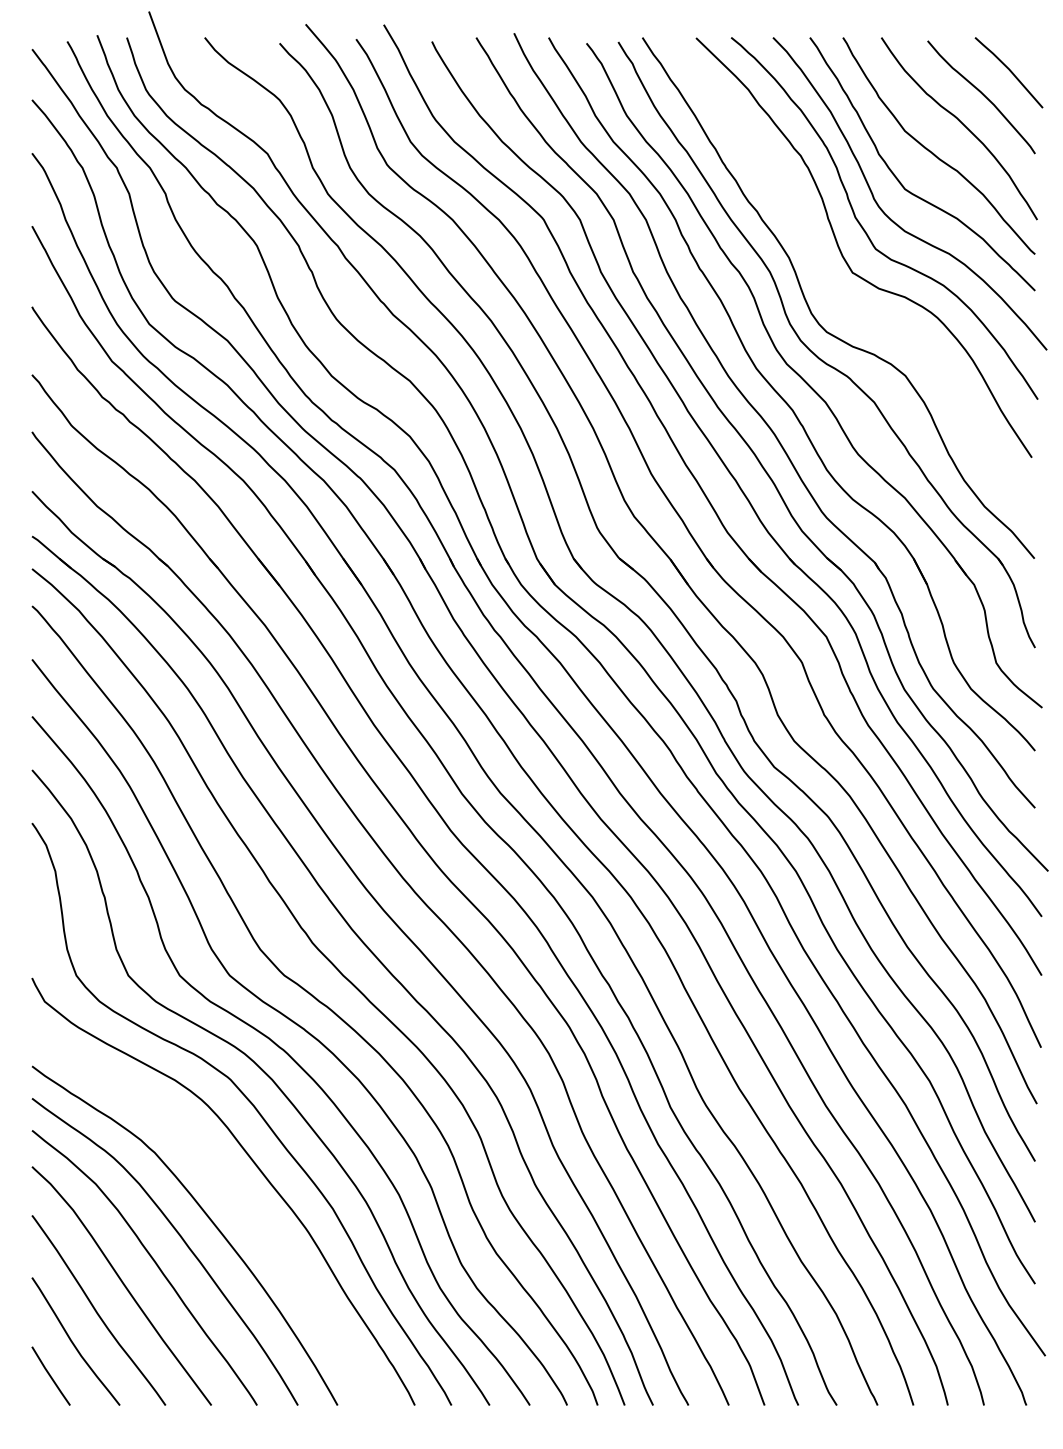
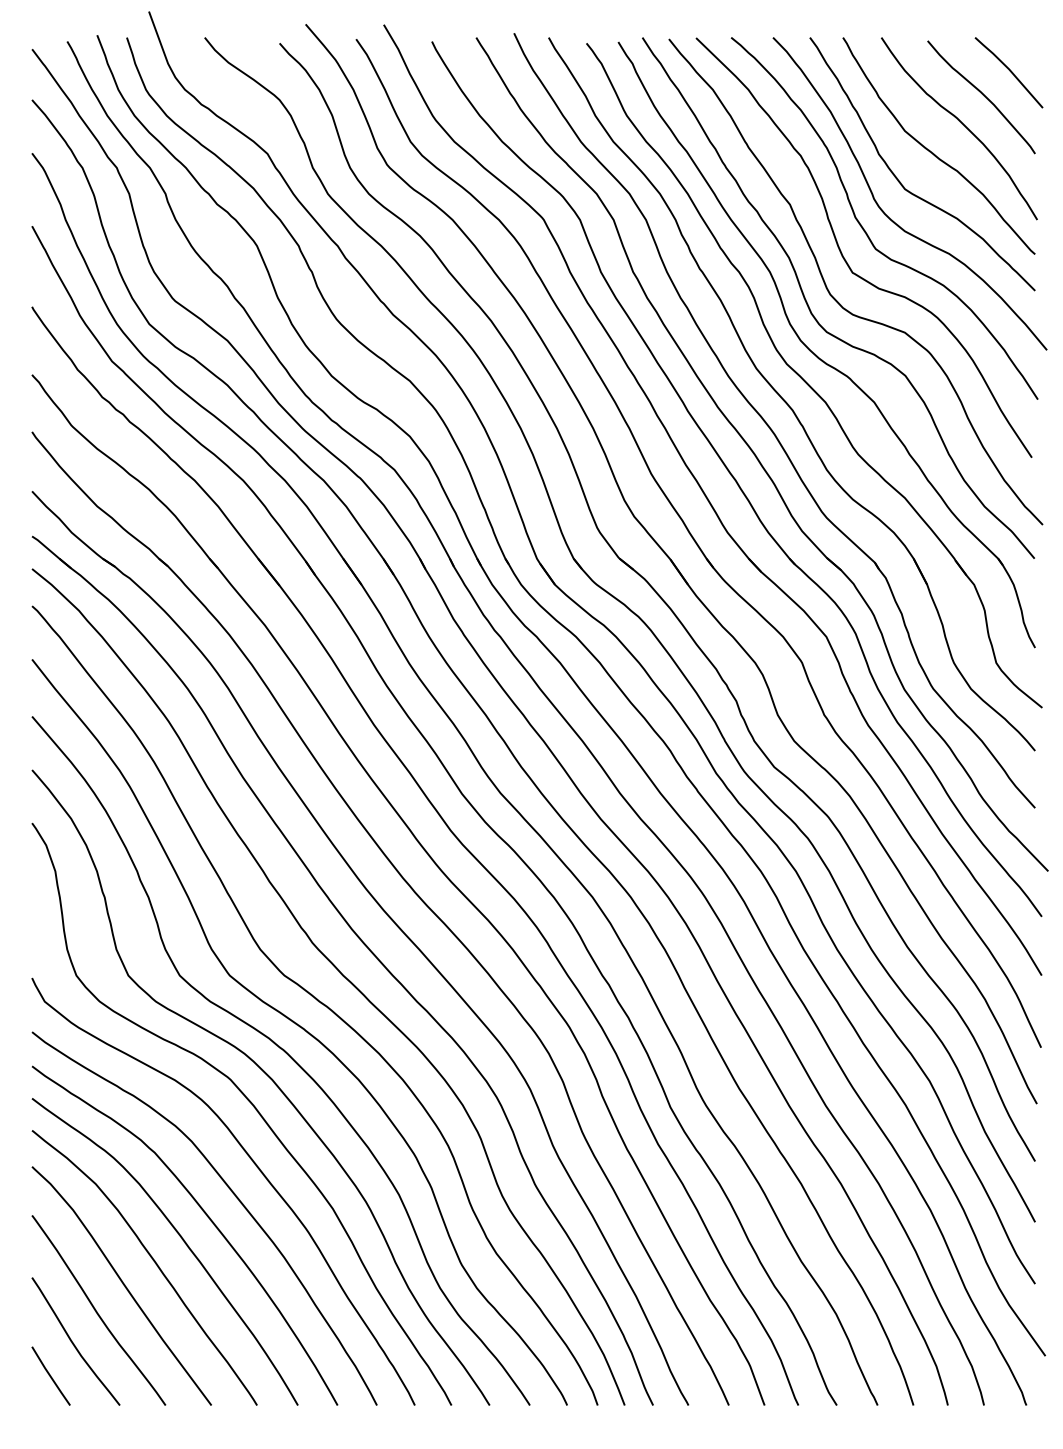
curve at (836, 299): none -> present
curve at (235, 1197): none -> present
